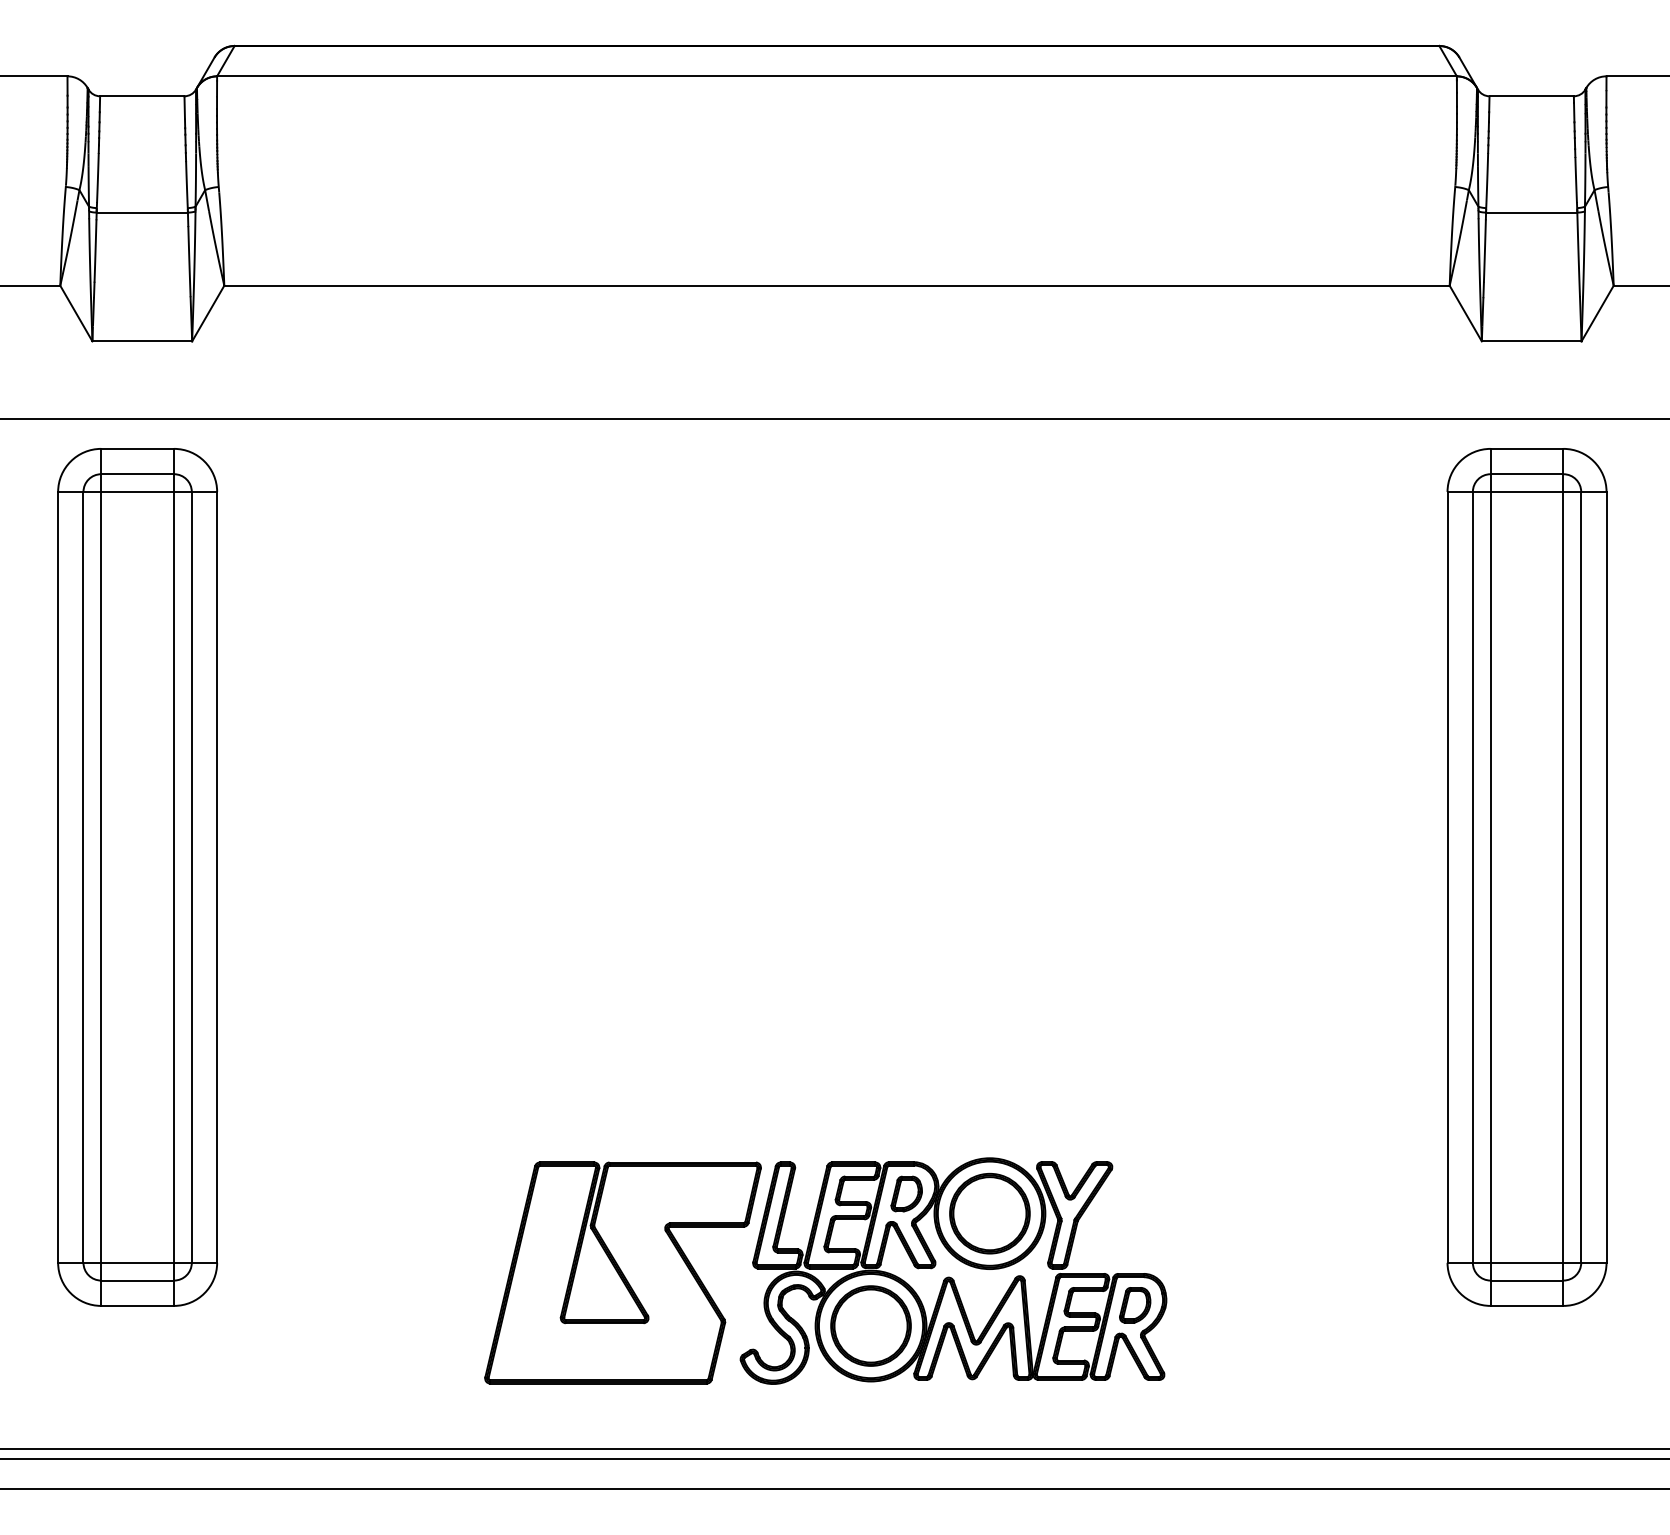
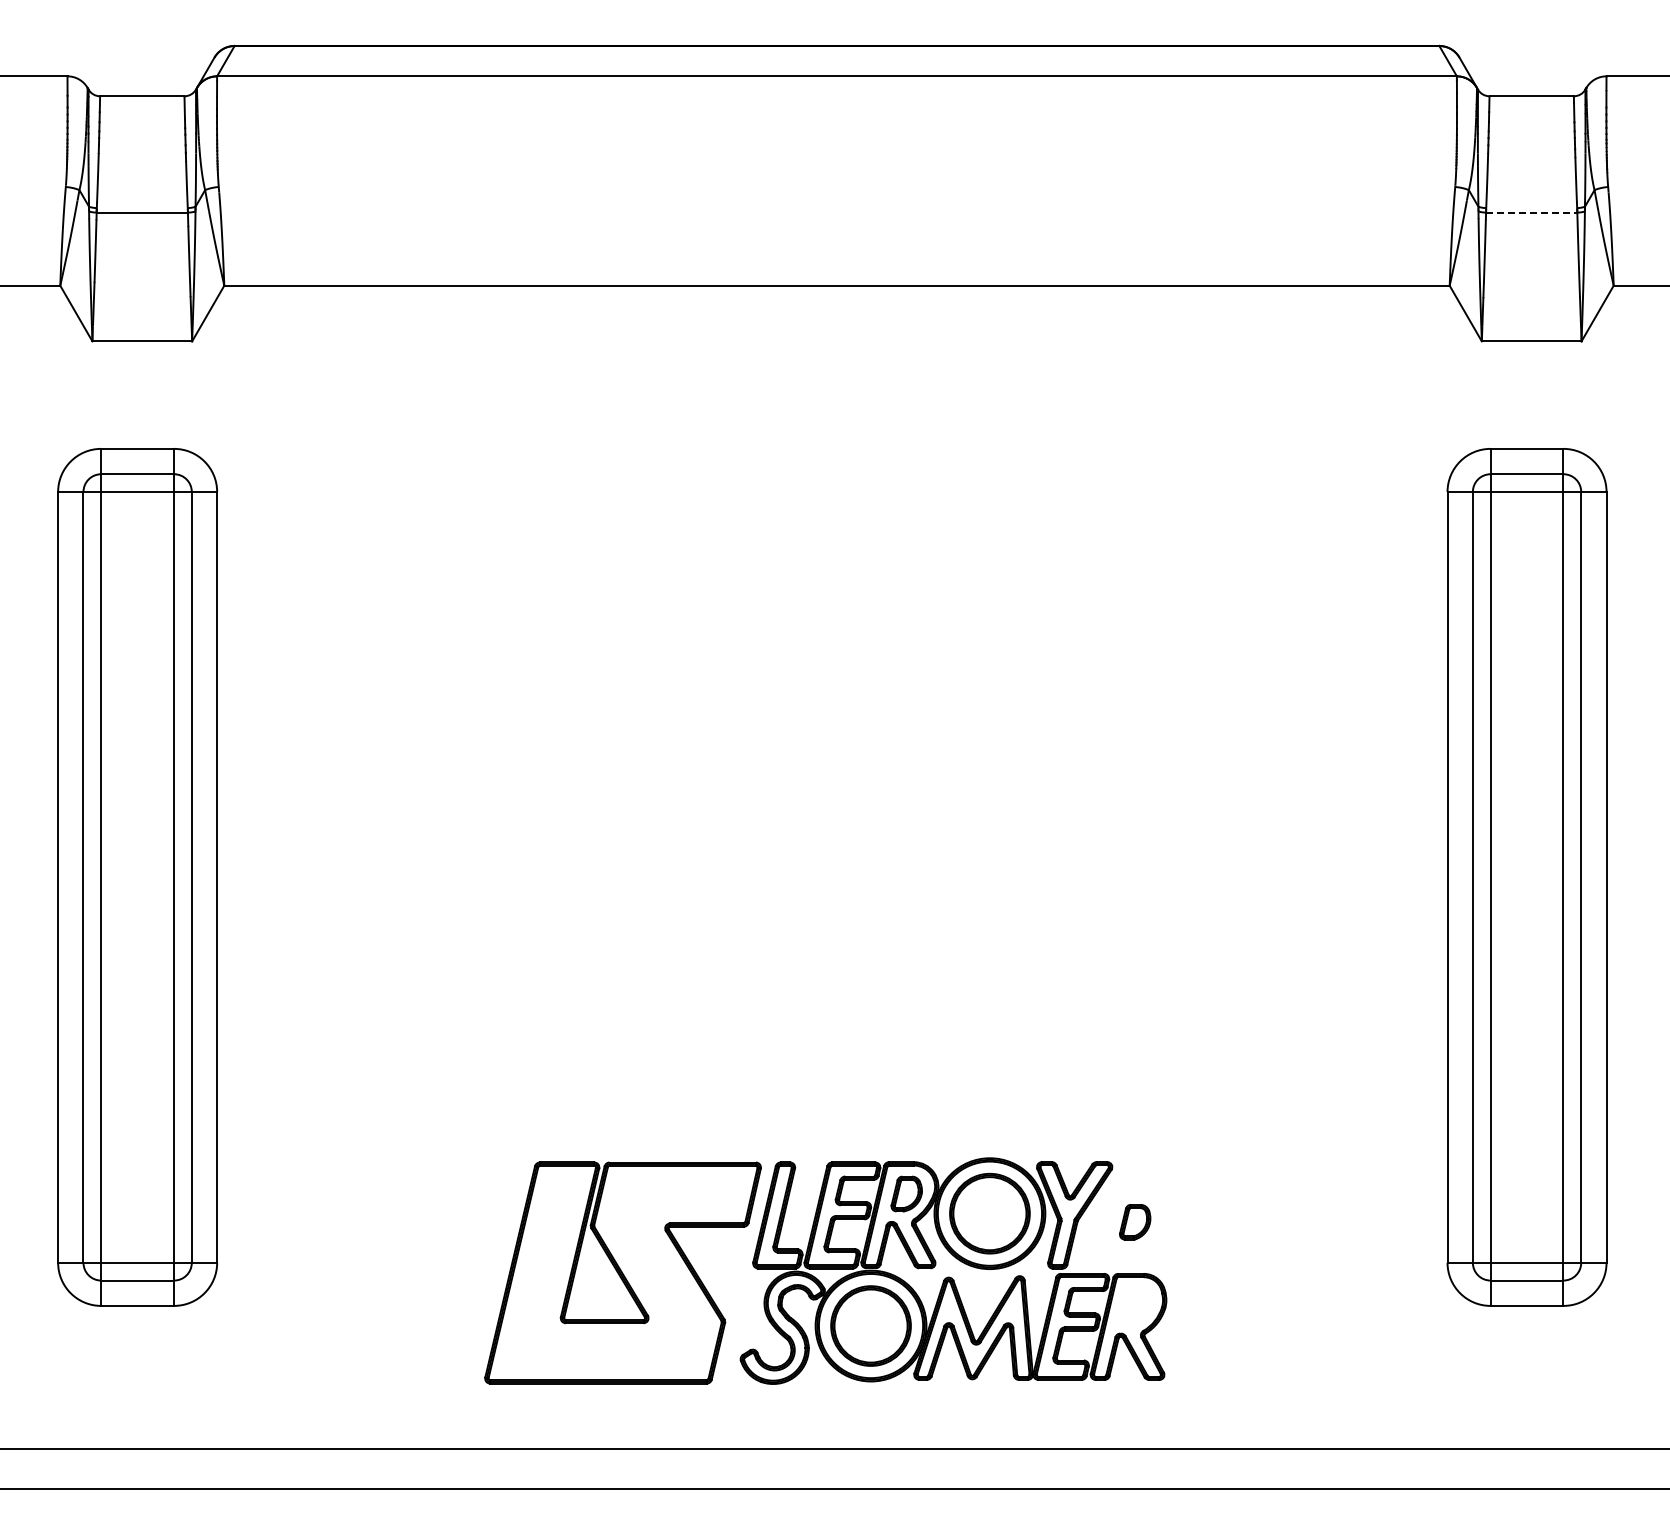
line at (1531, 212): solid -> dashed
line at (834, 418): present -> none
part at (1135, 1305) position: (1135, 1305) -> (1135, 1222)
line at (834, 1459): present -> none
